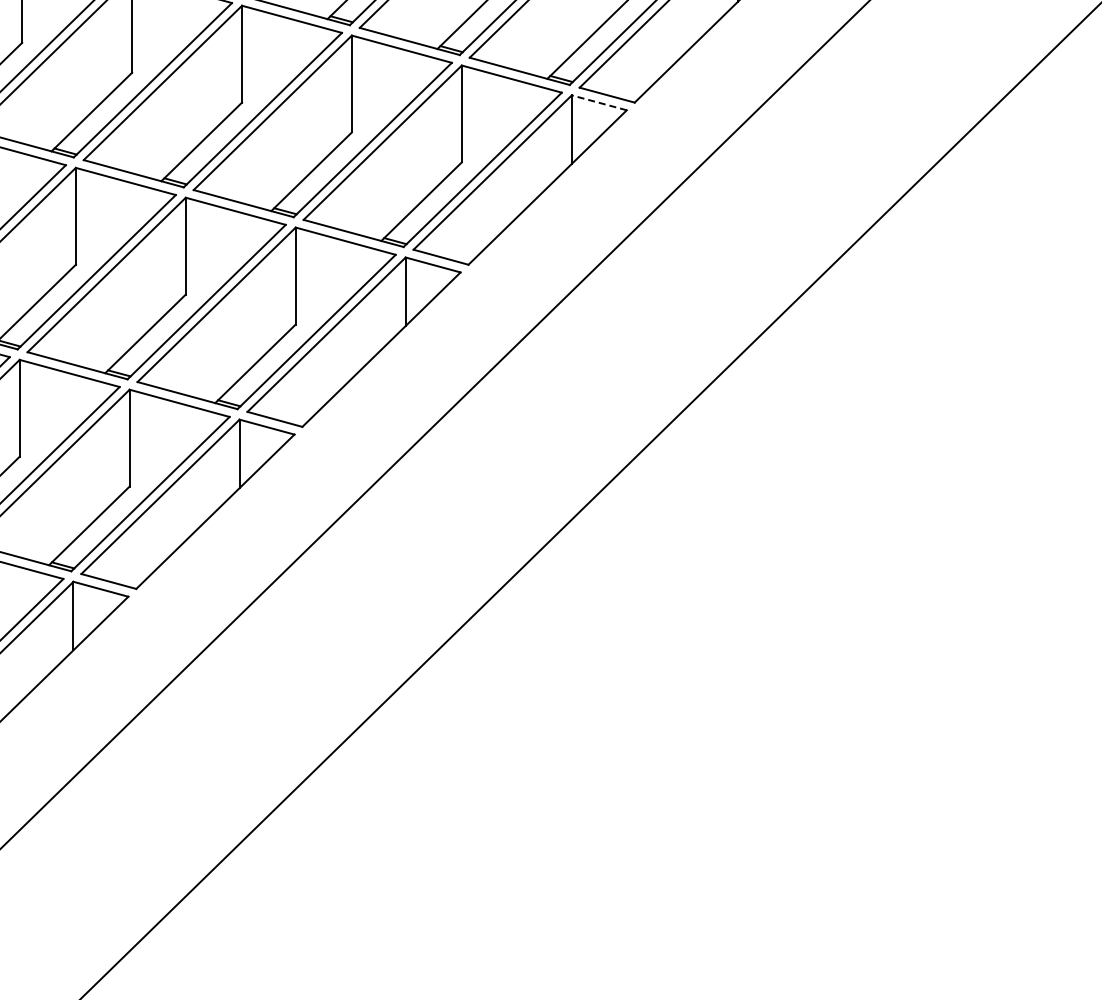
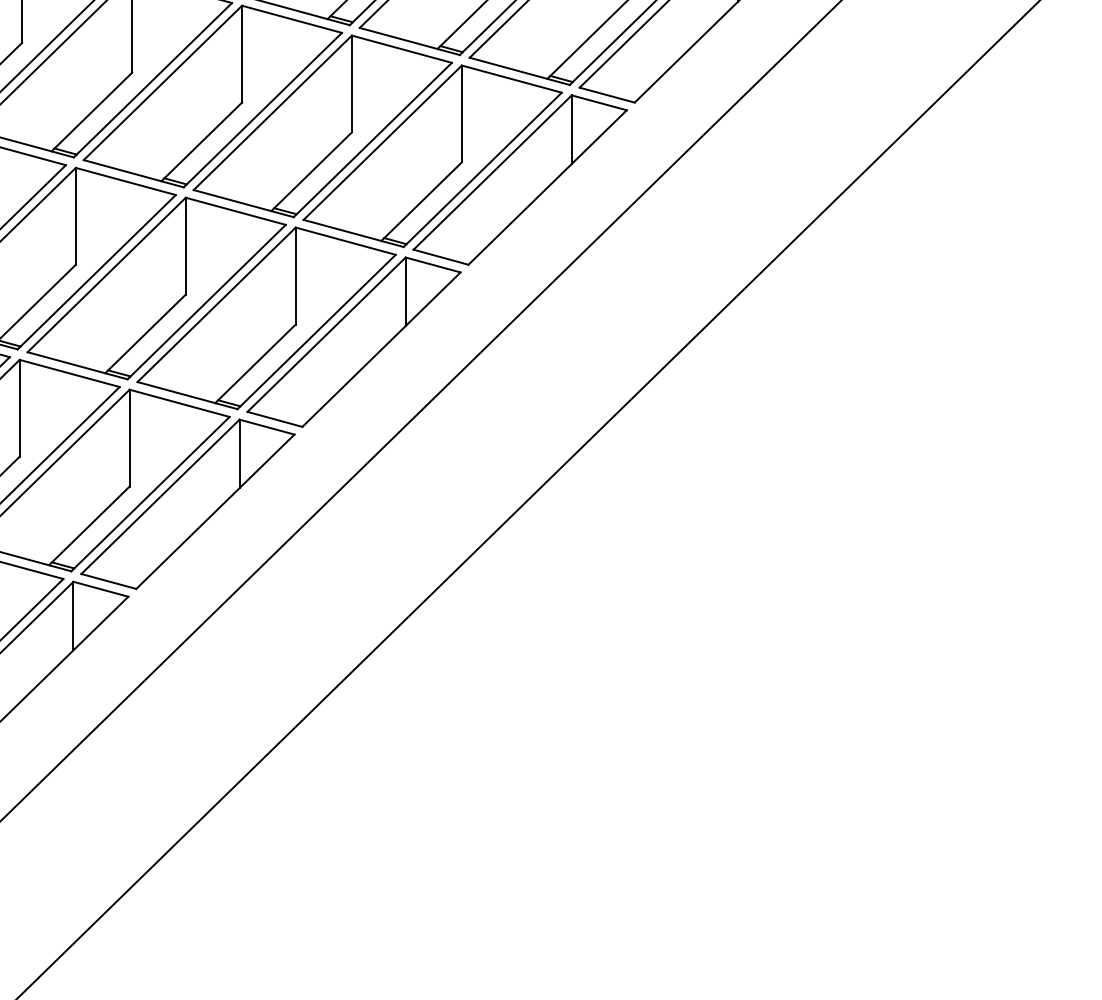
line at (599, 102): dashed -> solid
line at (434, 424) position: (434, 424) -> (420, 410)
line at (590, 500) position: (590, 500) -> (528, 499)
